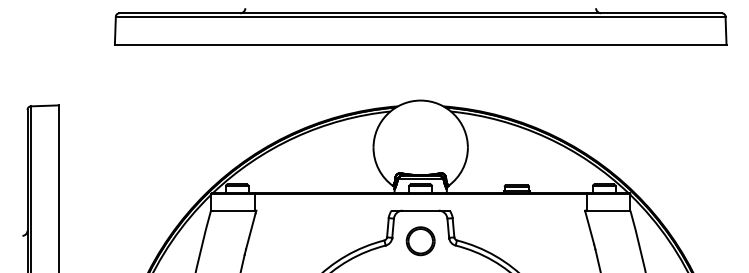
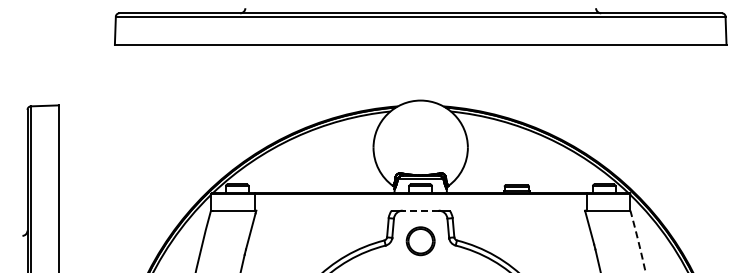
line at (420, 210): solid -> dashed
arc at (638, 241): solid -> dashed
